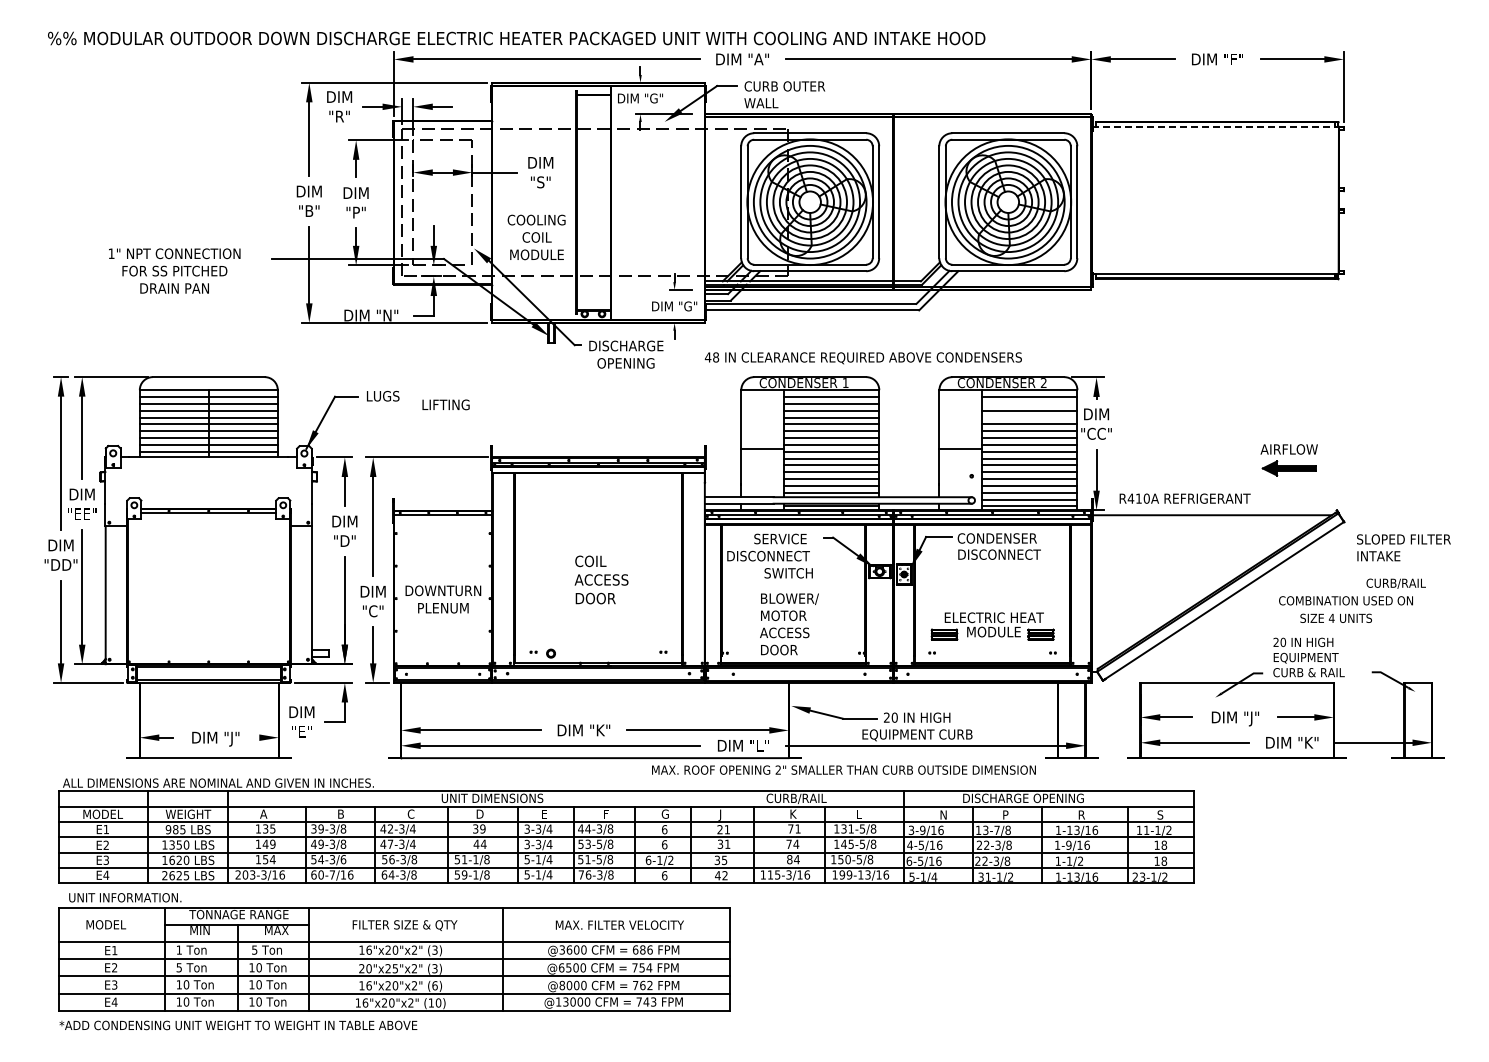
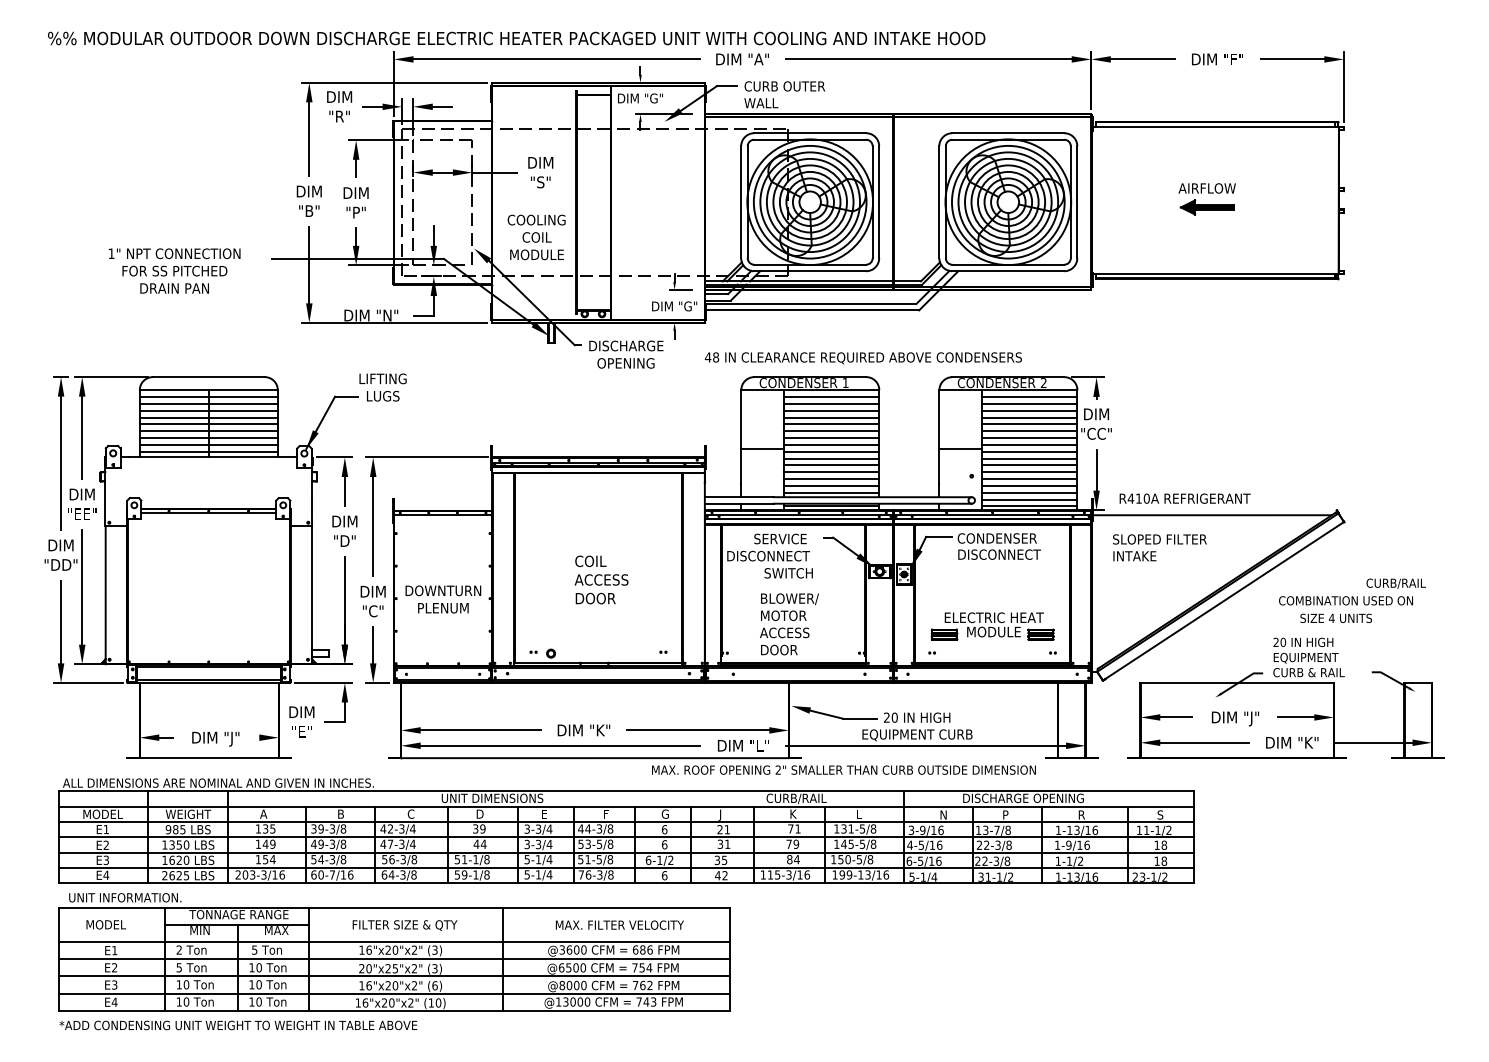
line at (1213, 126): dashed -> solid
line at (1029, 403): none -> present
text at (445, 404) position: (445, 404) -> (382, 378)
line at (1029, 417): none -> present
part at (1288, 460) position: (1288, 460) -> (1206, 199)
text at (1403, 547) position: (1403, 547) -> (1159, 547)
text at (796, 843): 74 -> 79
text at (343, 859): 54-3/6 -> 54-3/8
text at (178, 949): 1 -> 2
